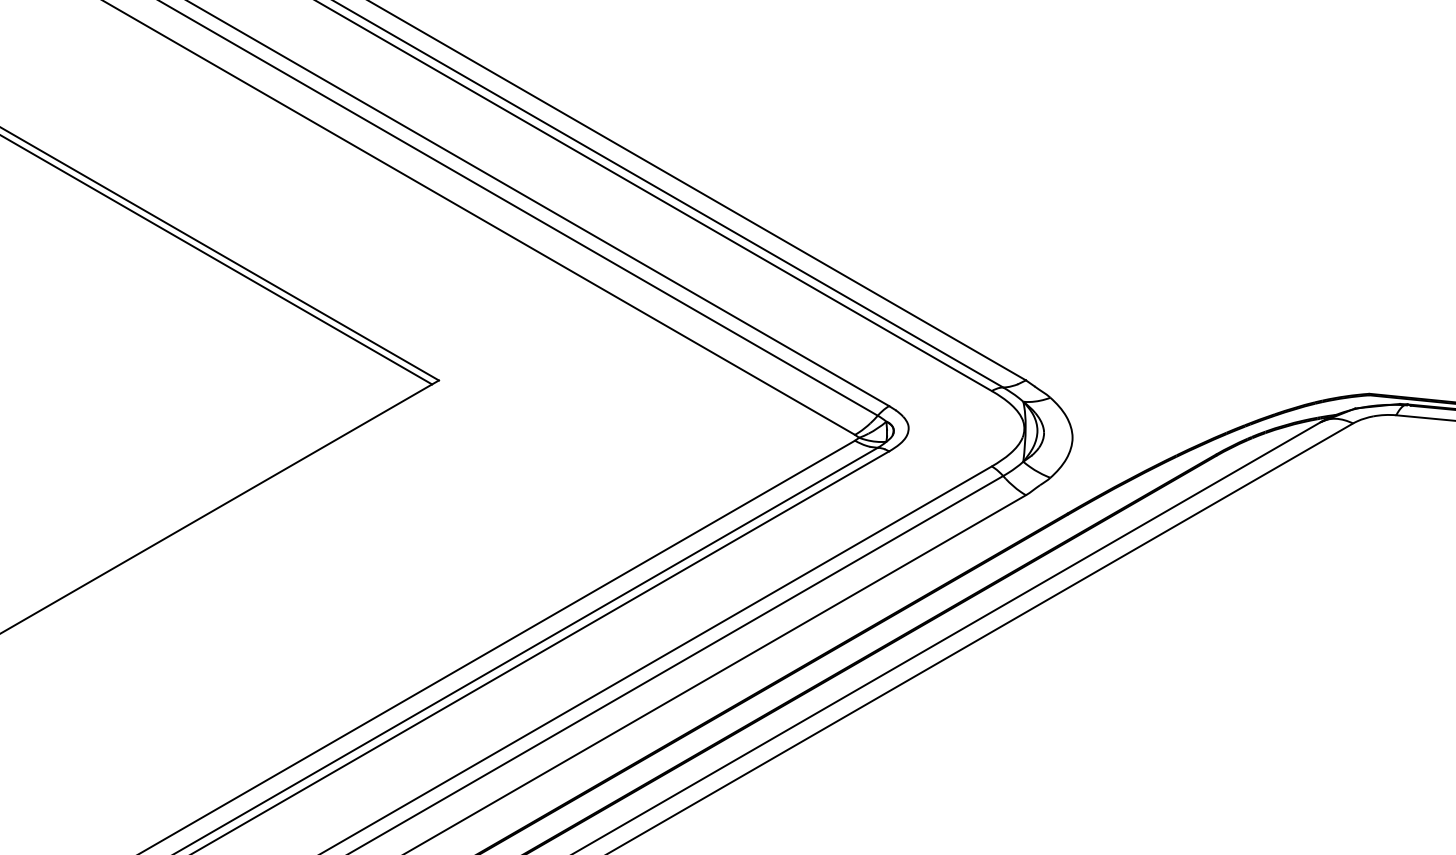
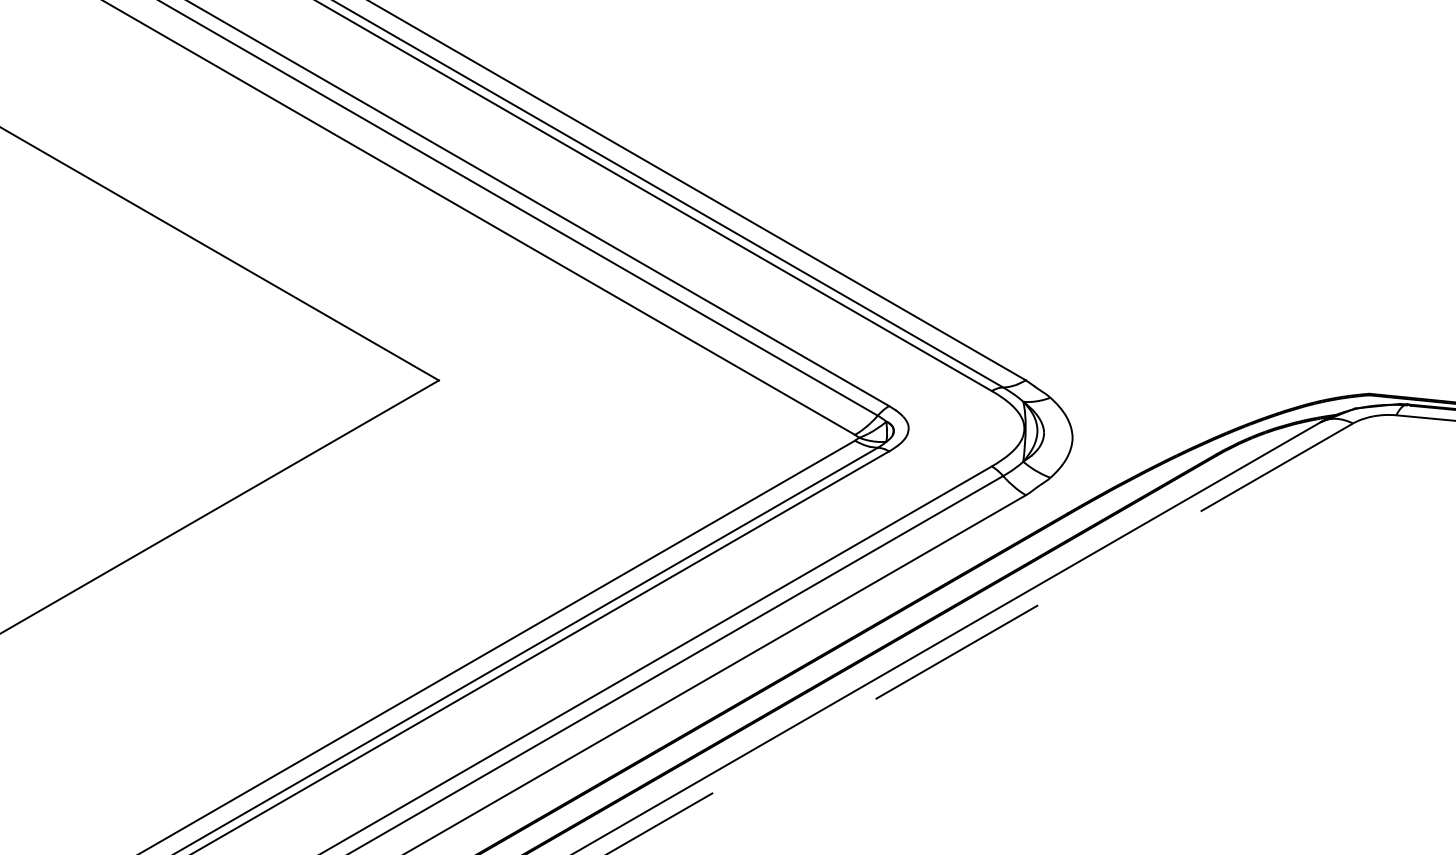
line at (217, 260): present -> none
line at (979, 638): solid -> dashed
